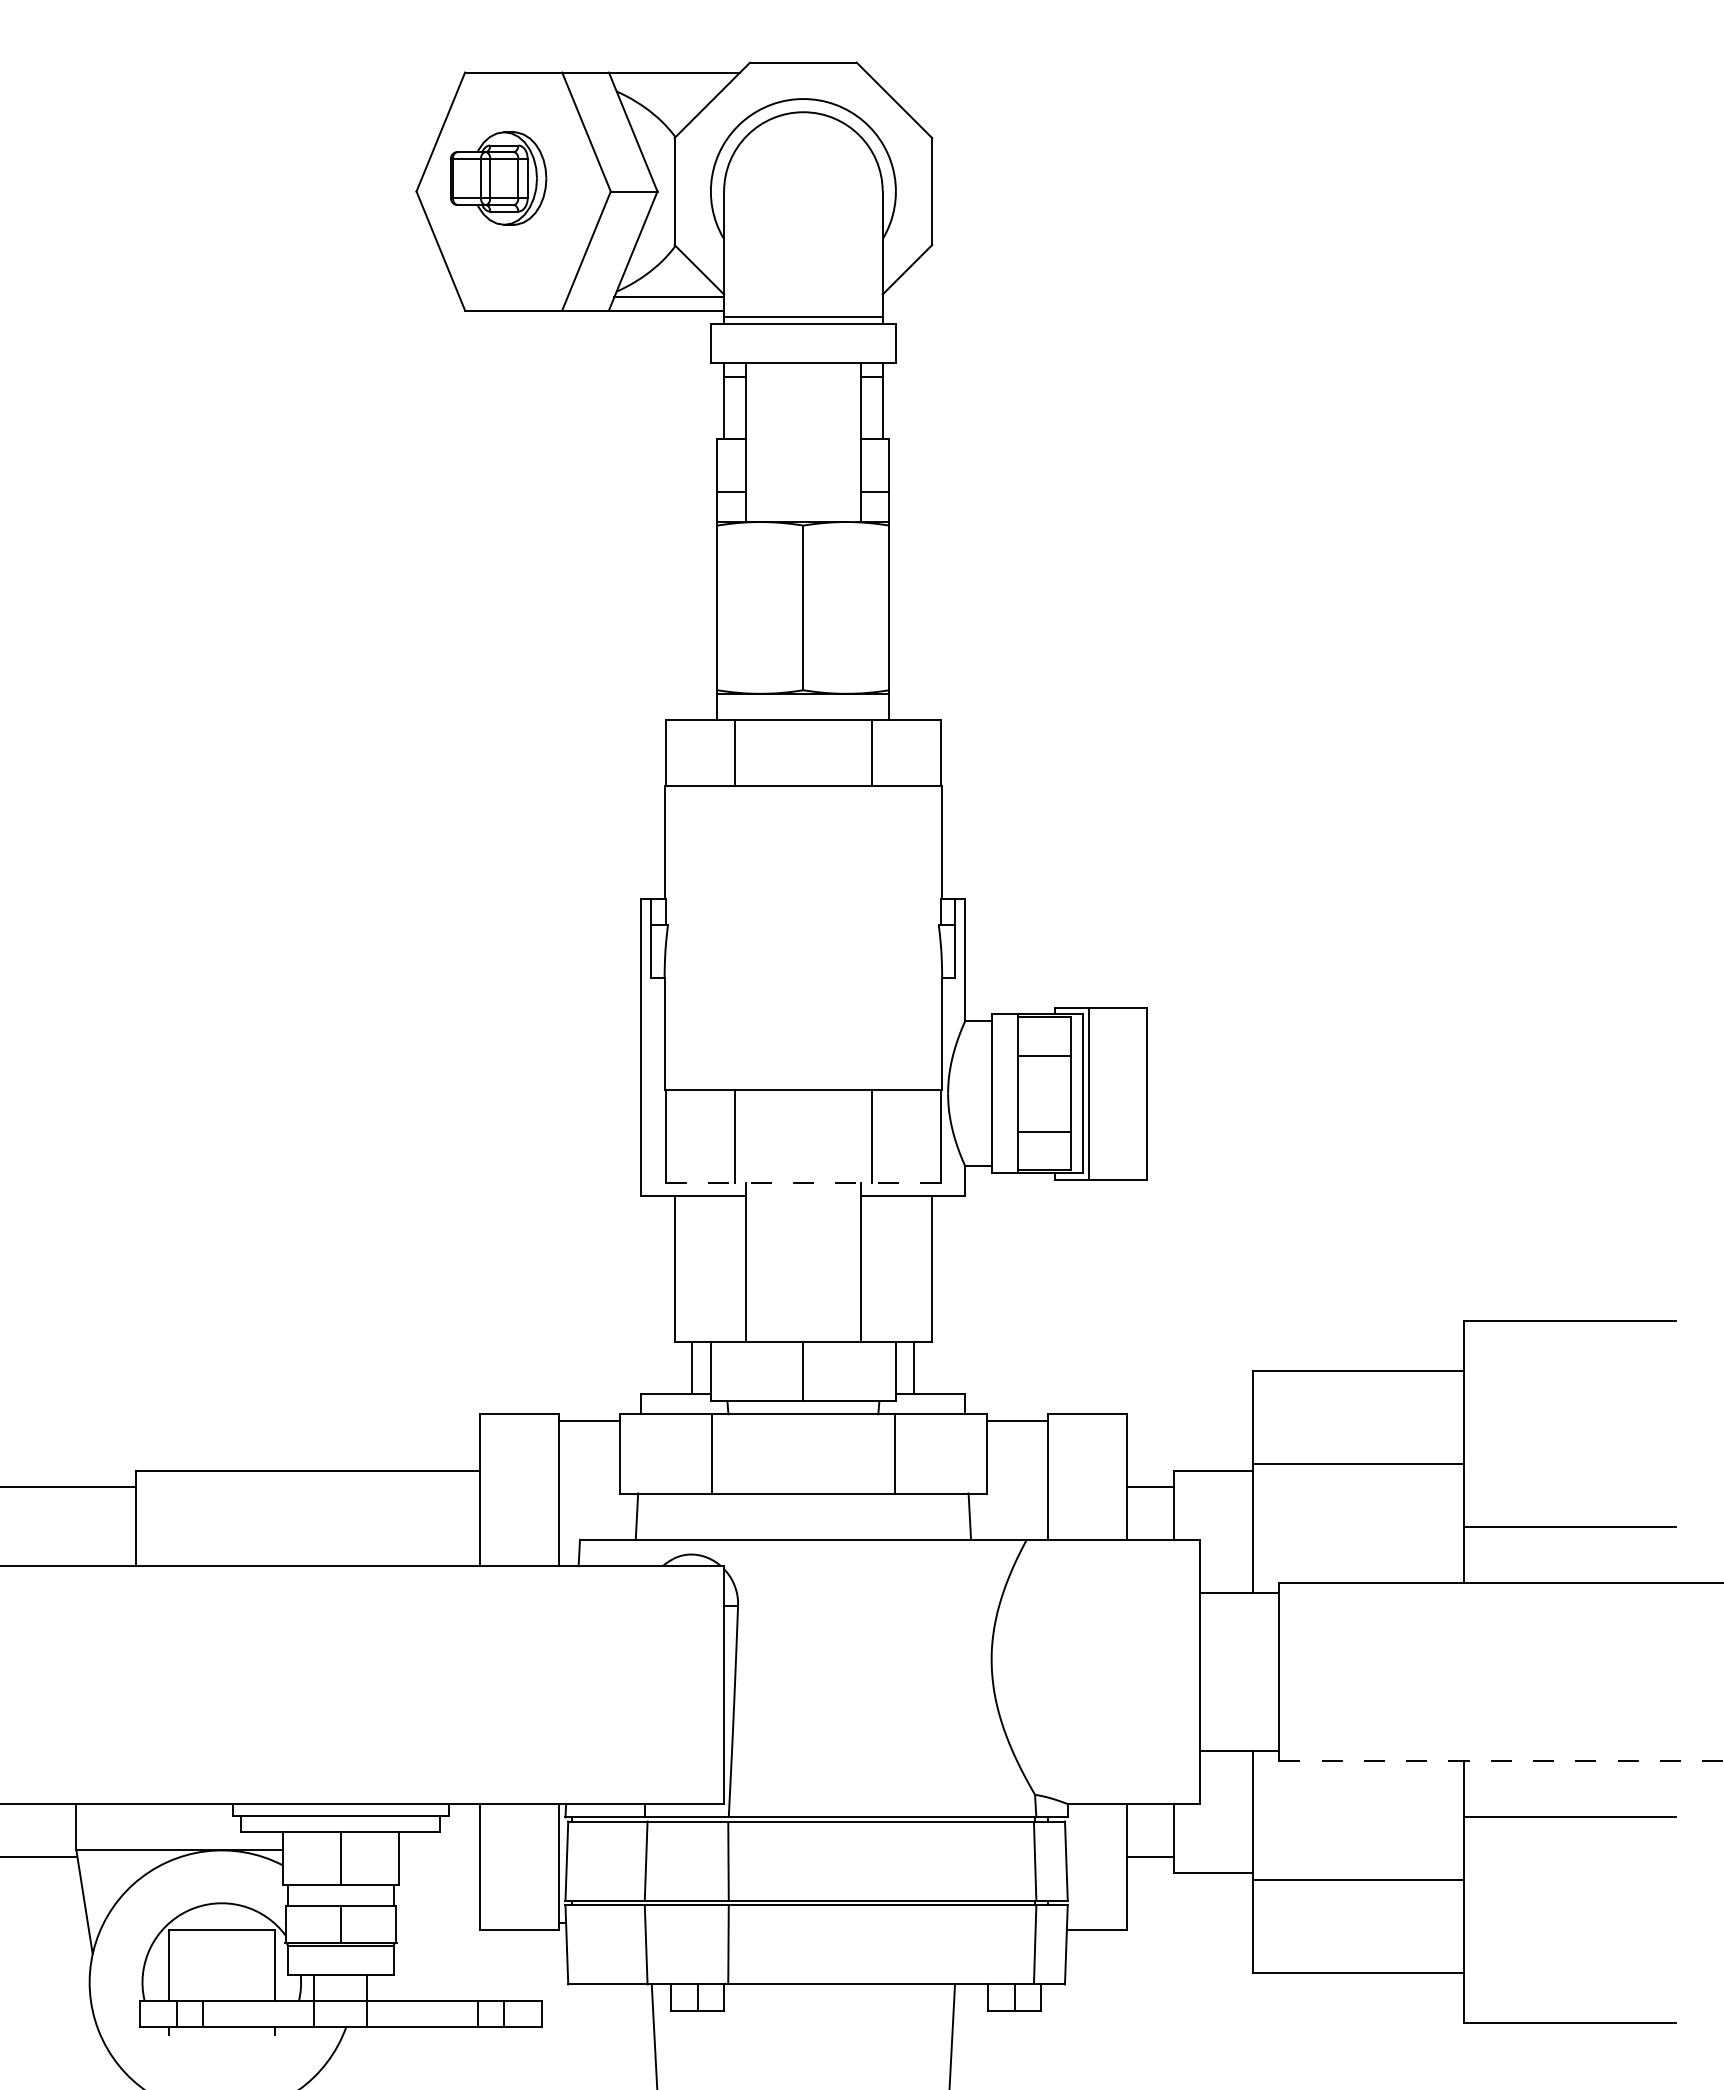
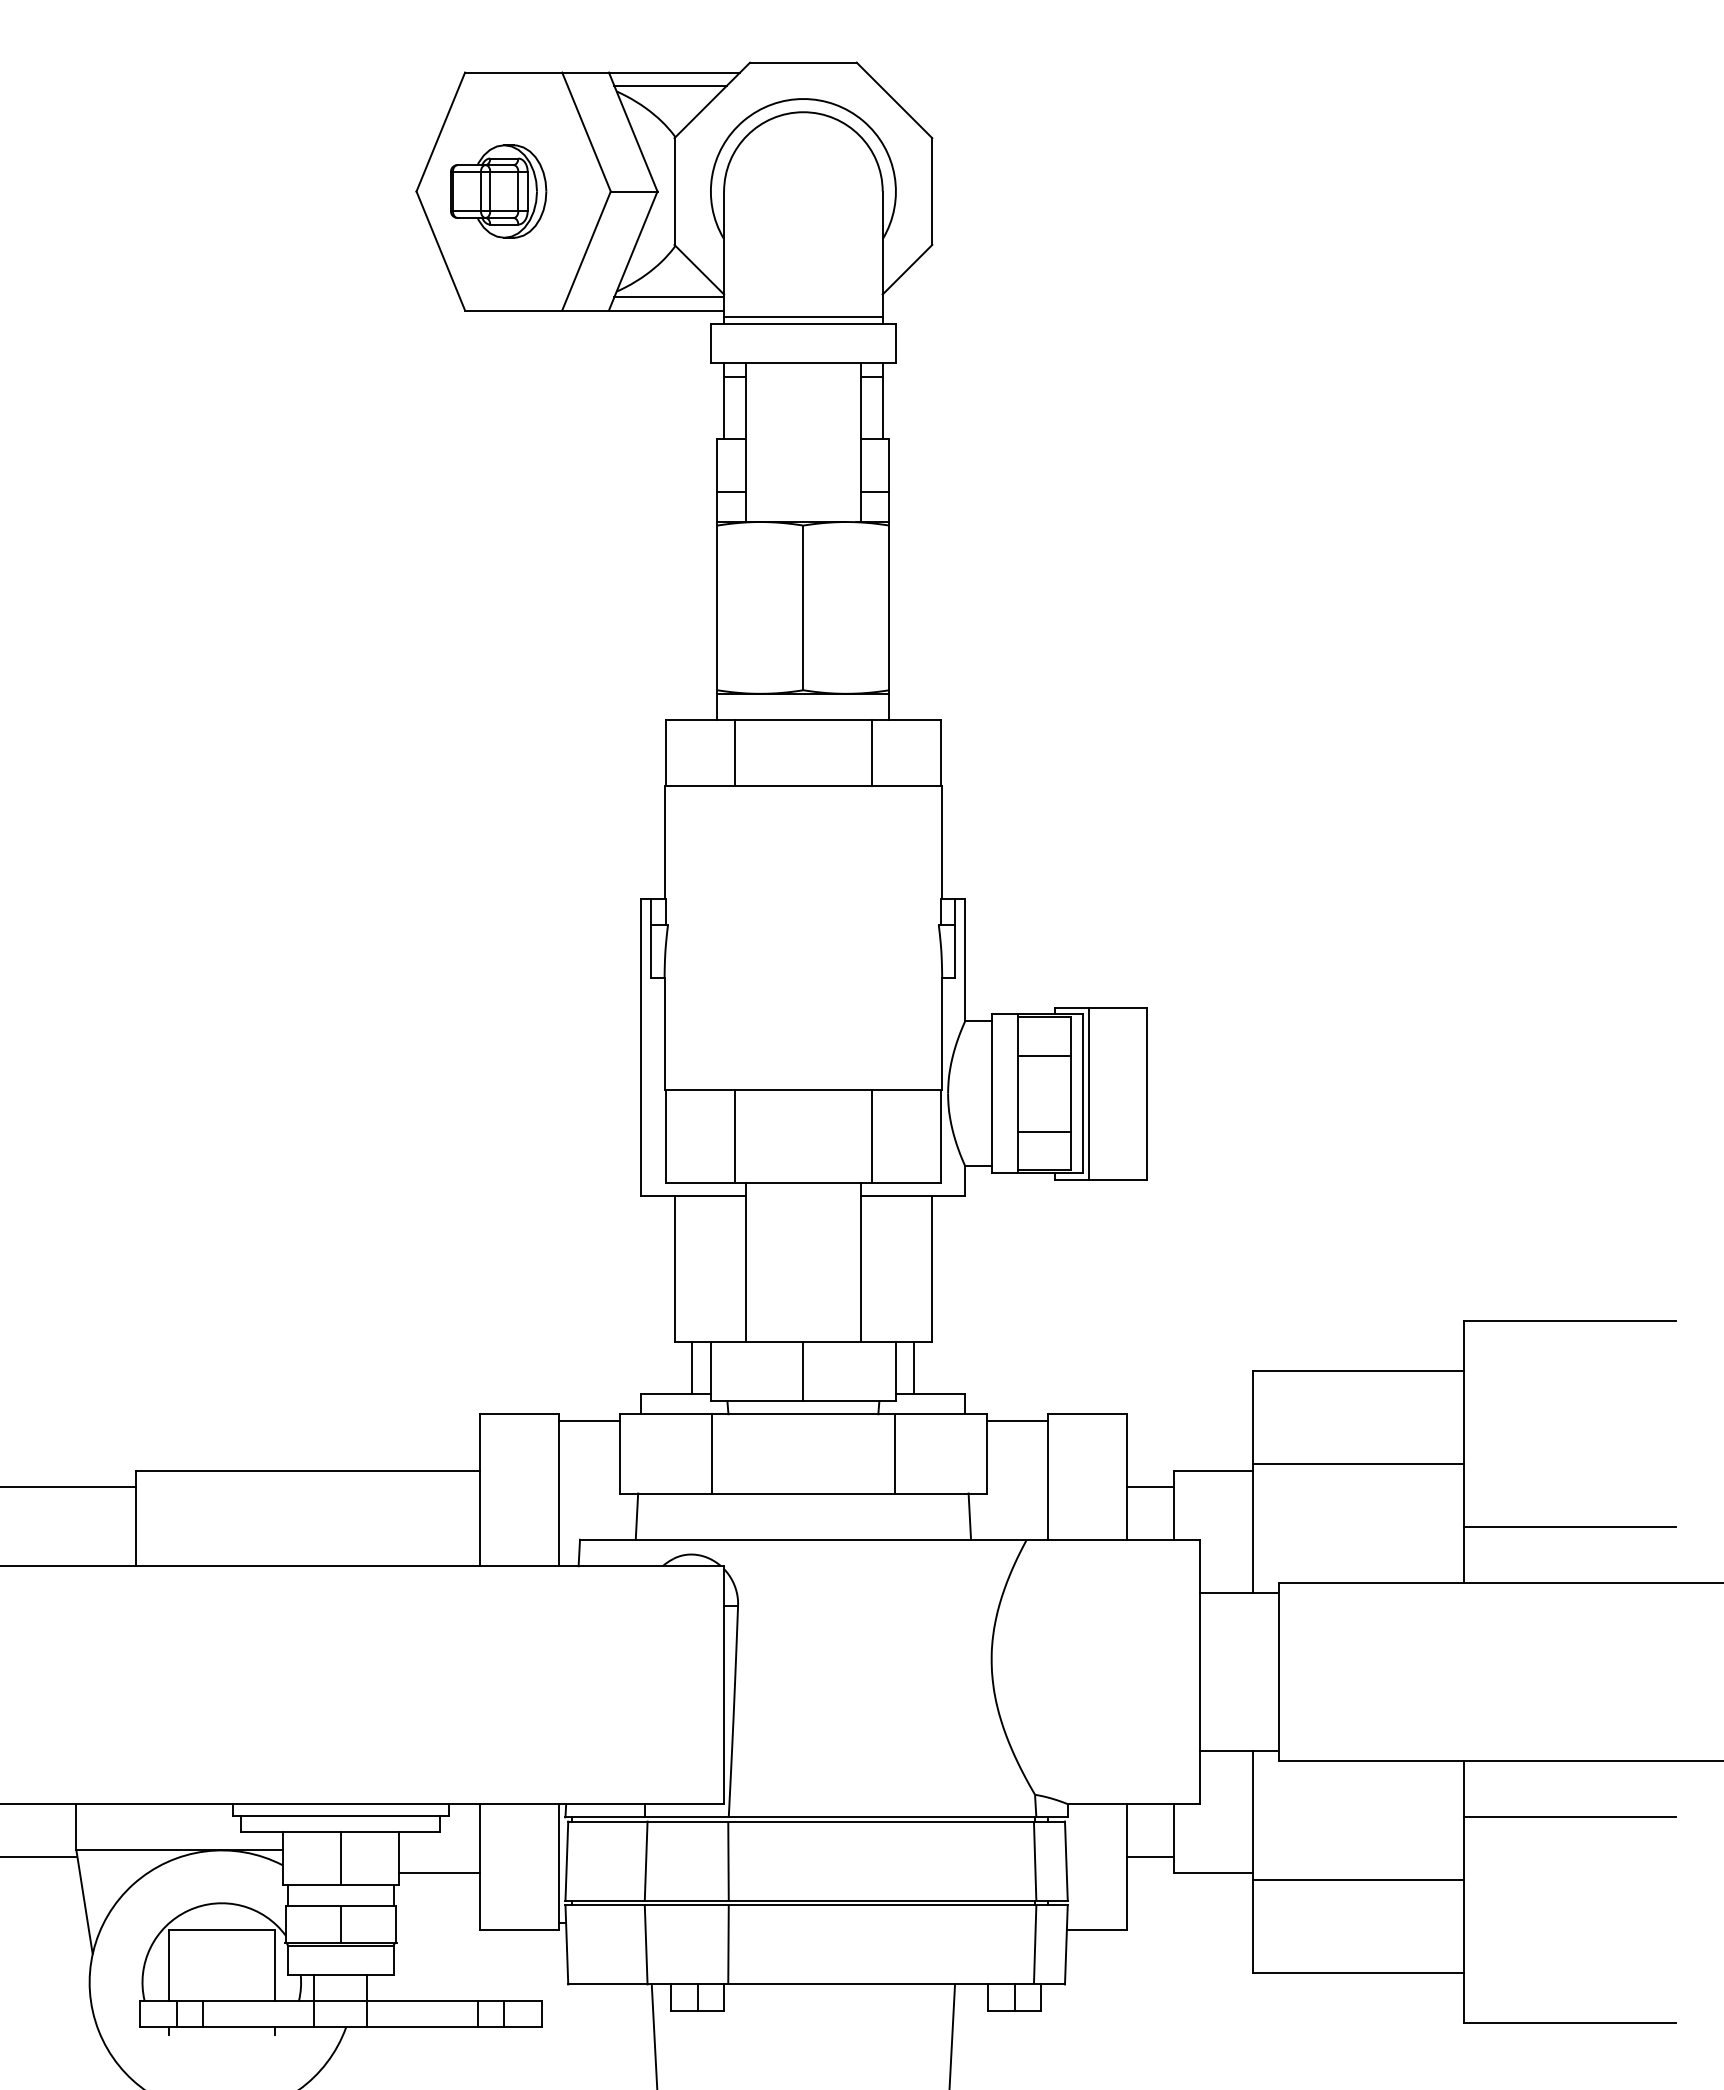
line at (670, 85): none -> present
part at (498, 178) position: (498, 178) -> (498, 191)
line at (803, 1182): dashed -> solid
line at (1501, 1760): dashed -> solid
line at (438, 1872): none -> present
